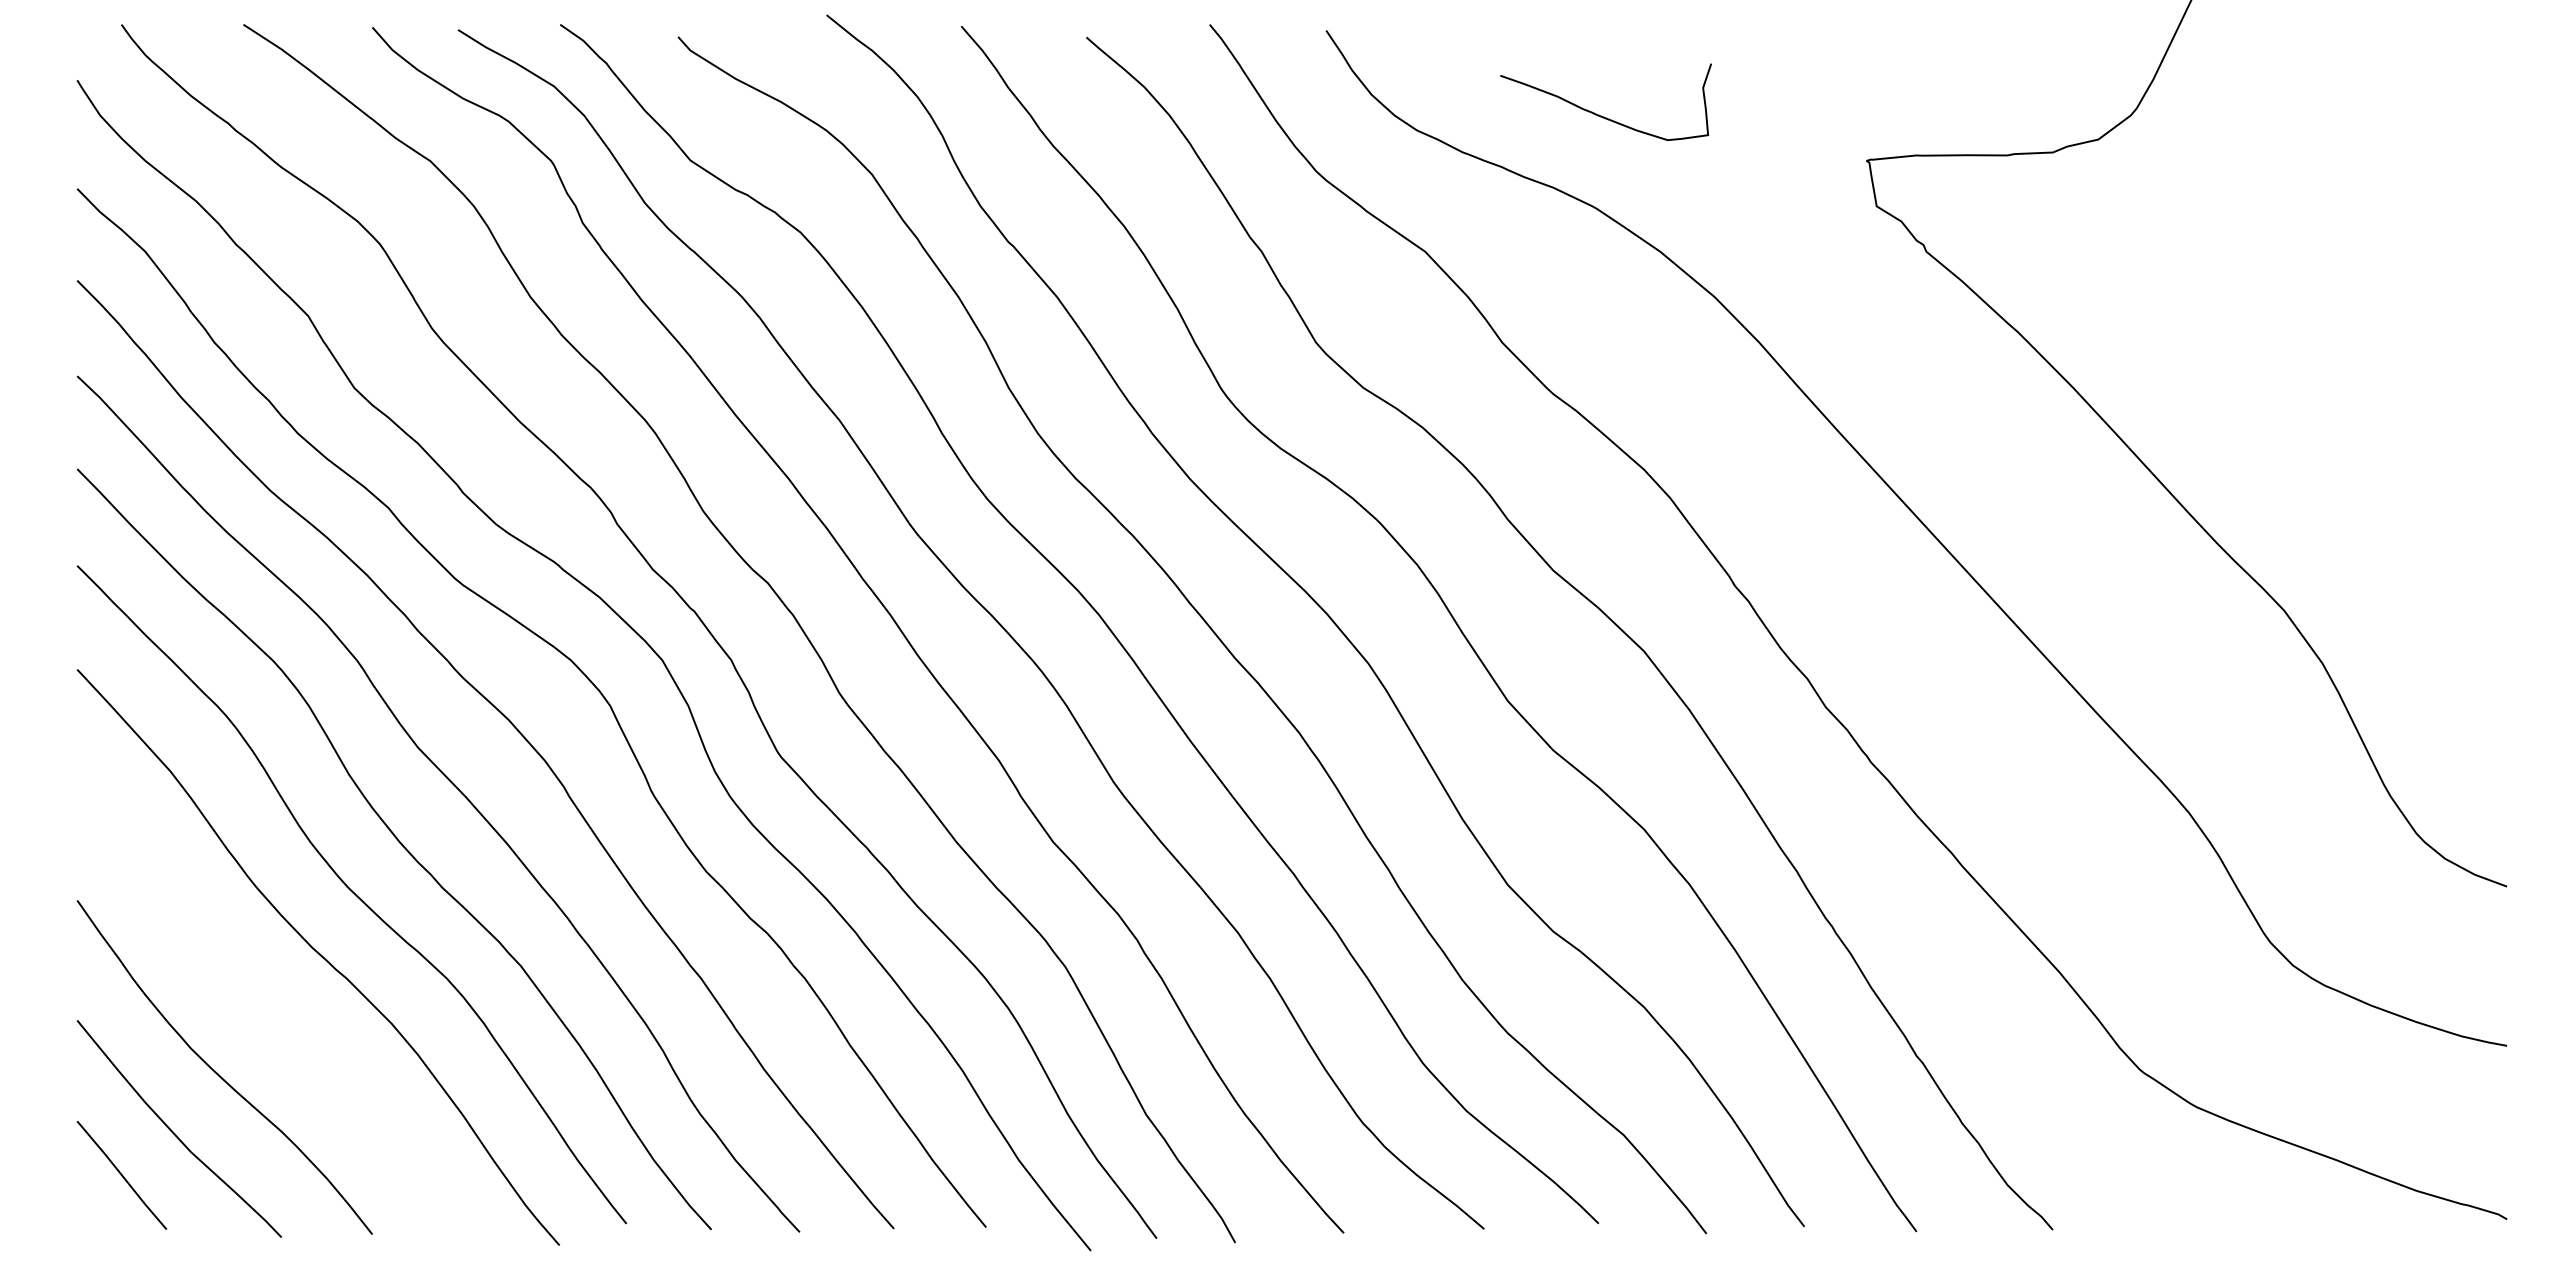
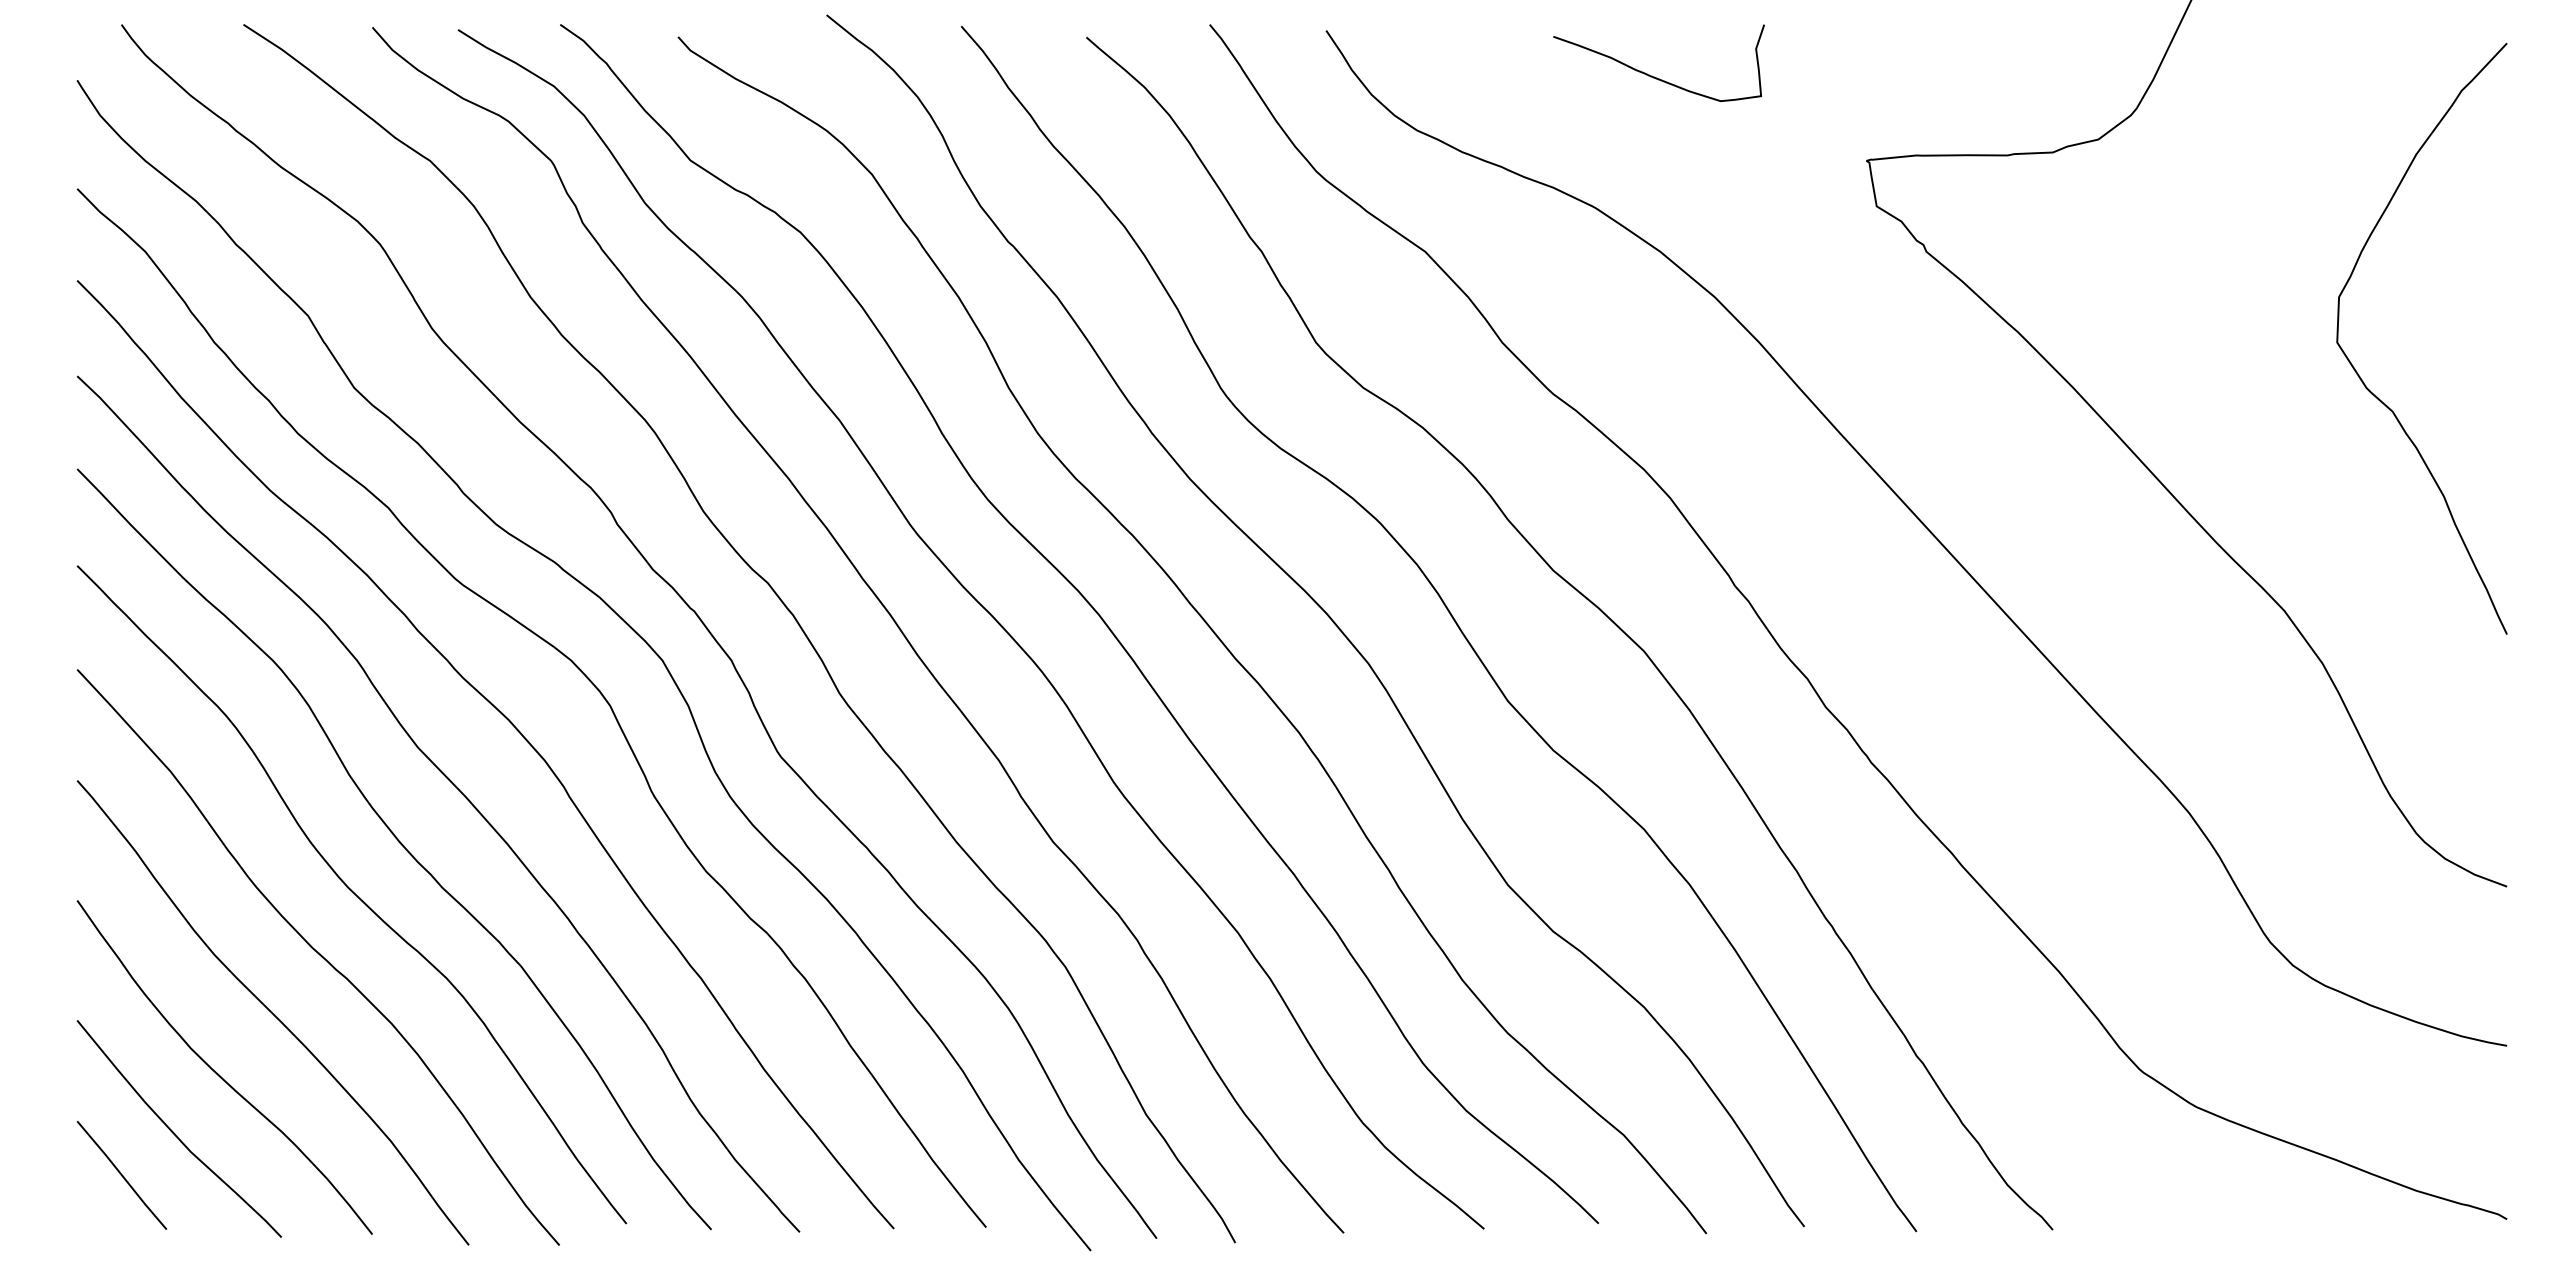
curve at (1599, 114) position: (1599, 114) -> (1652, 75)
curve at (2362, 379): none -> present
curve at (272, 1012): none -> present
